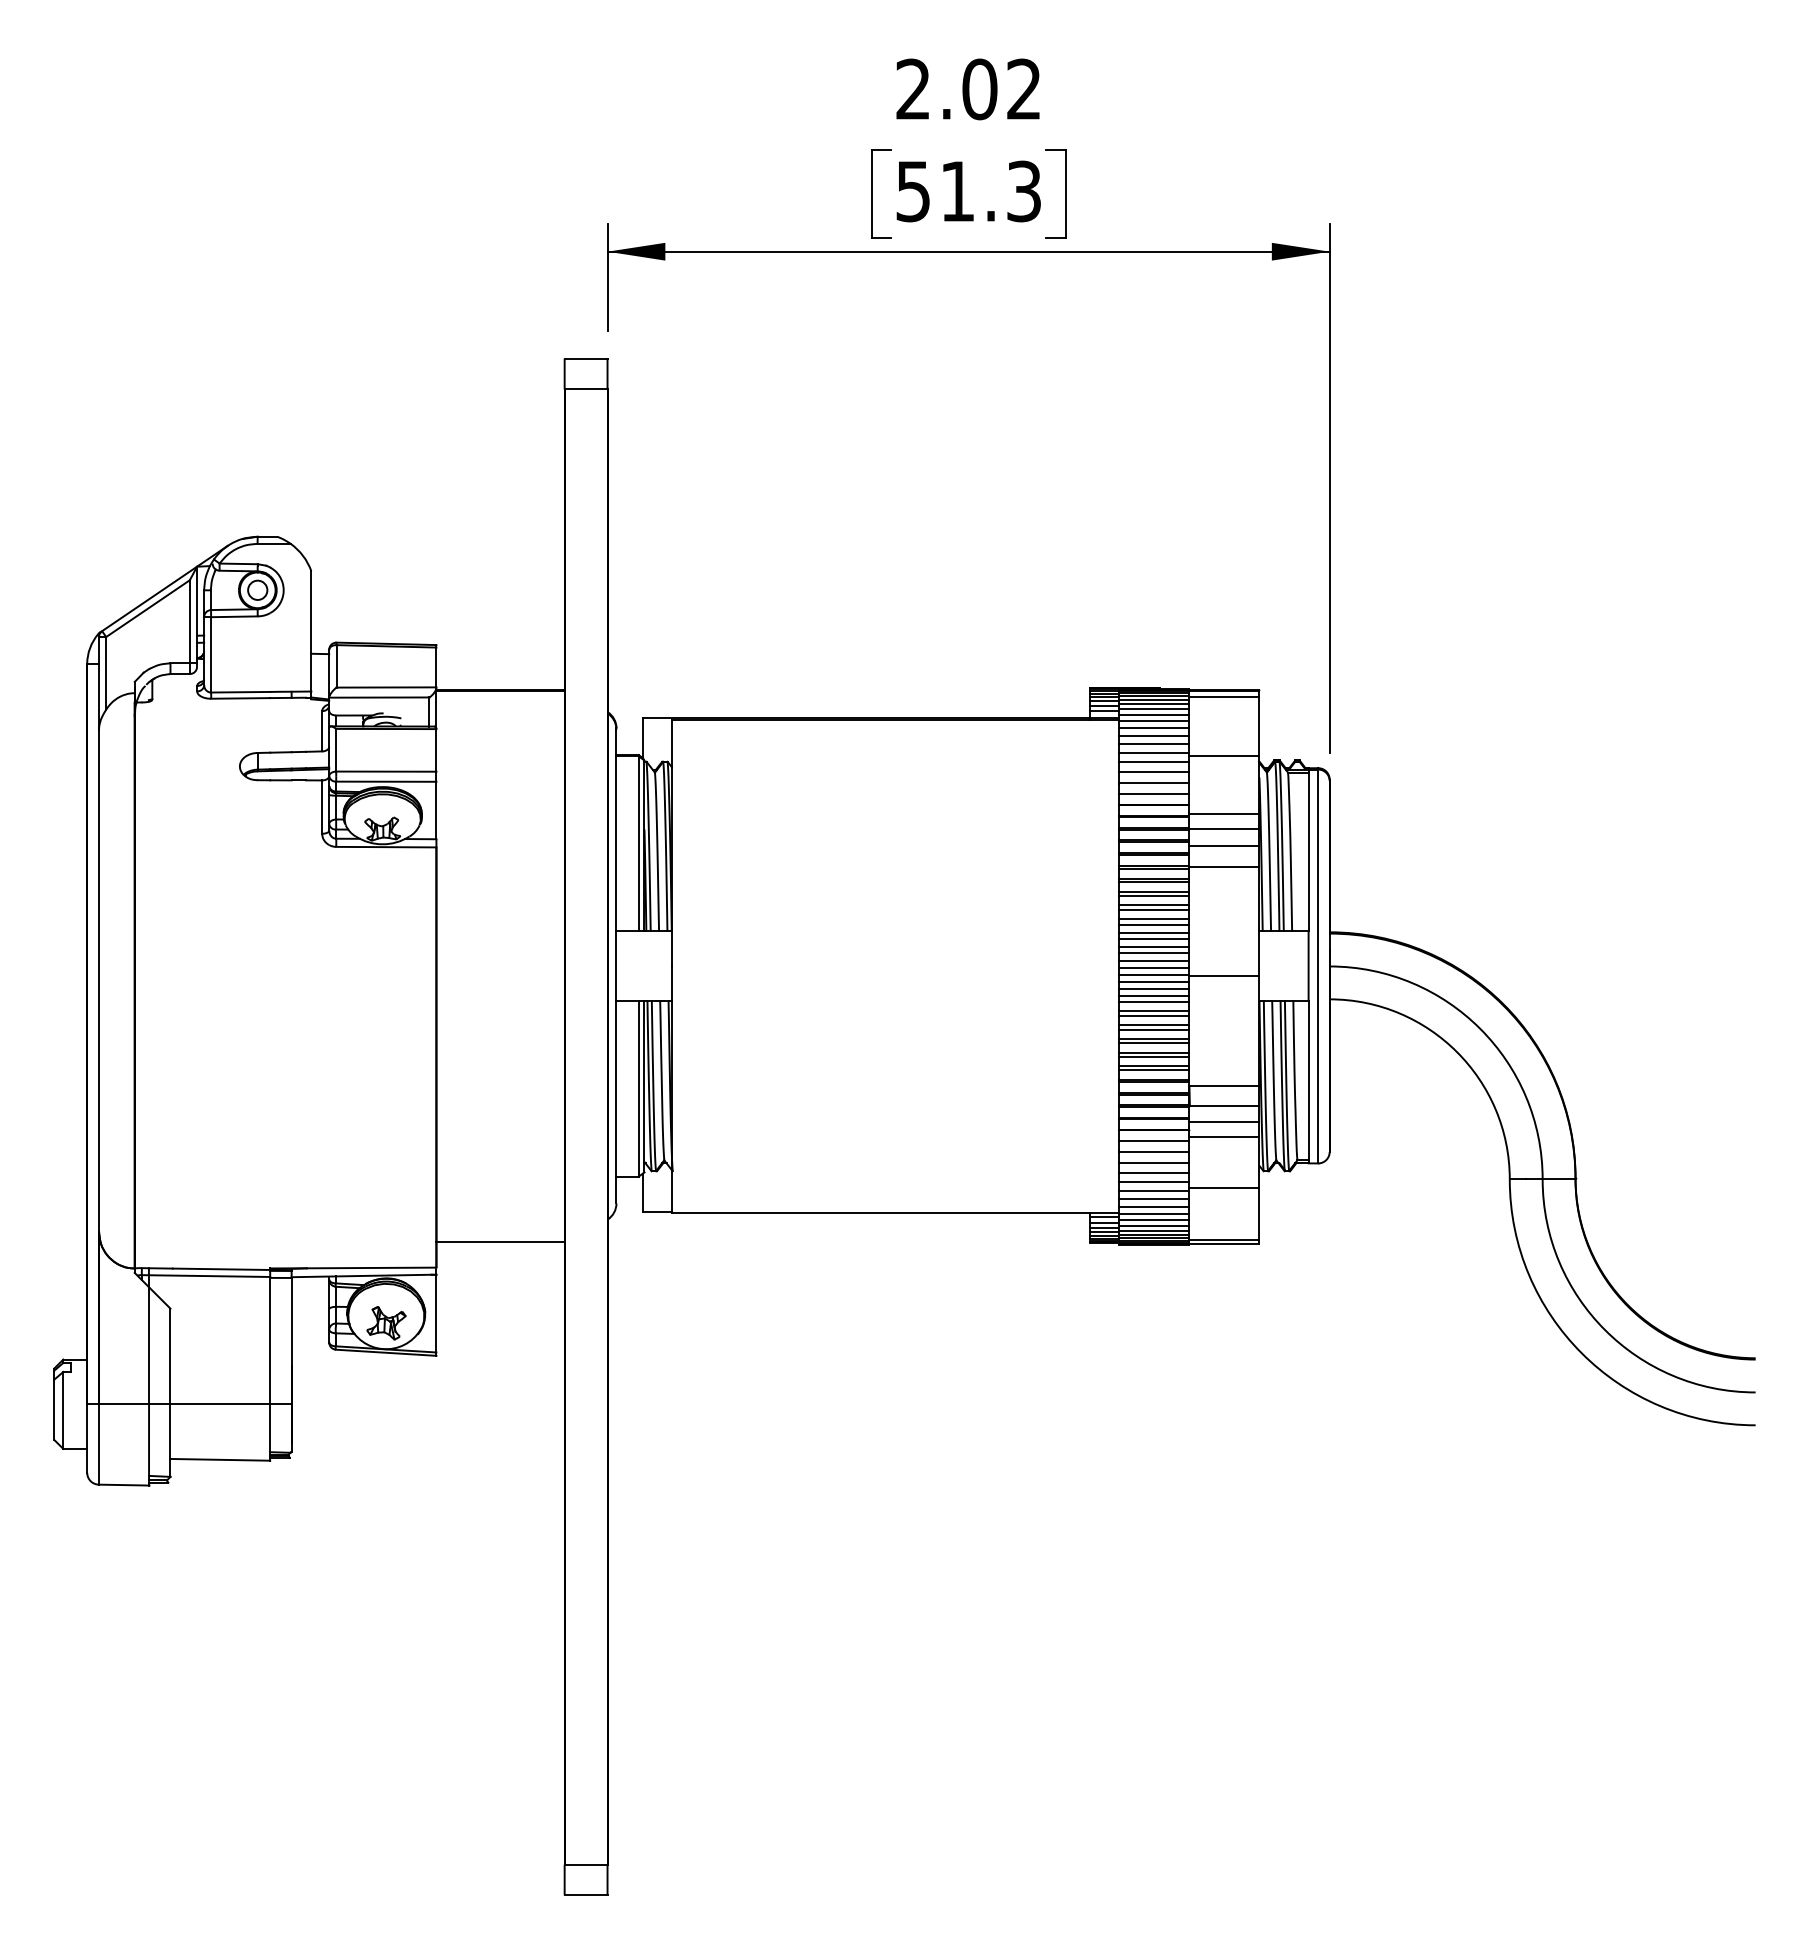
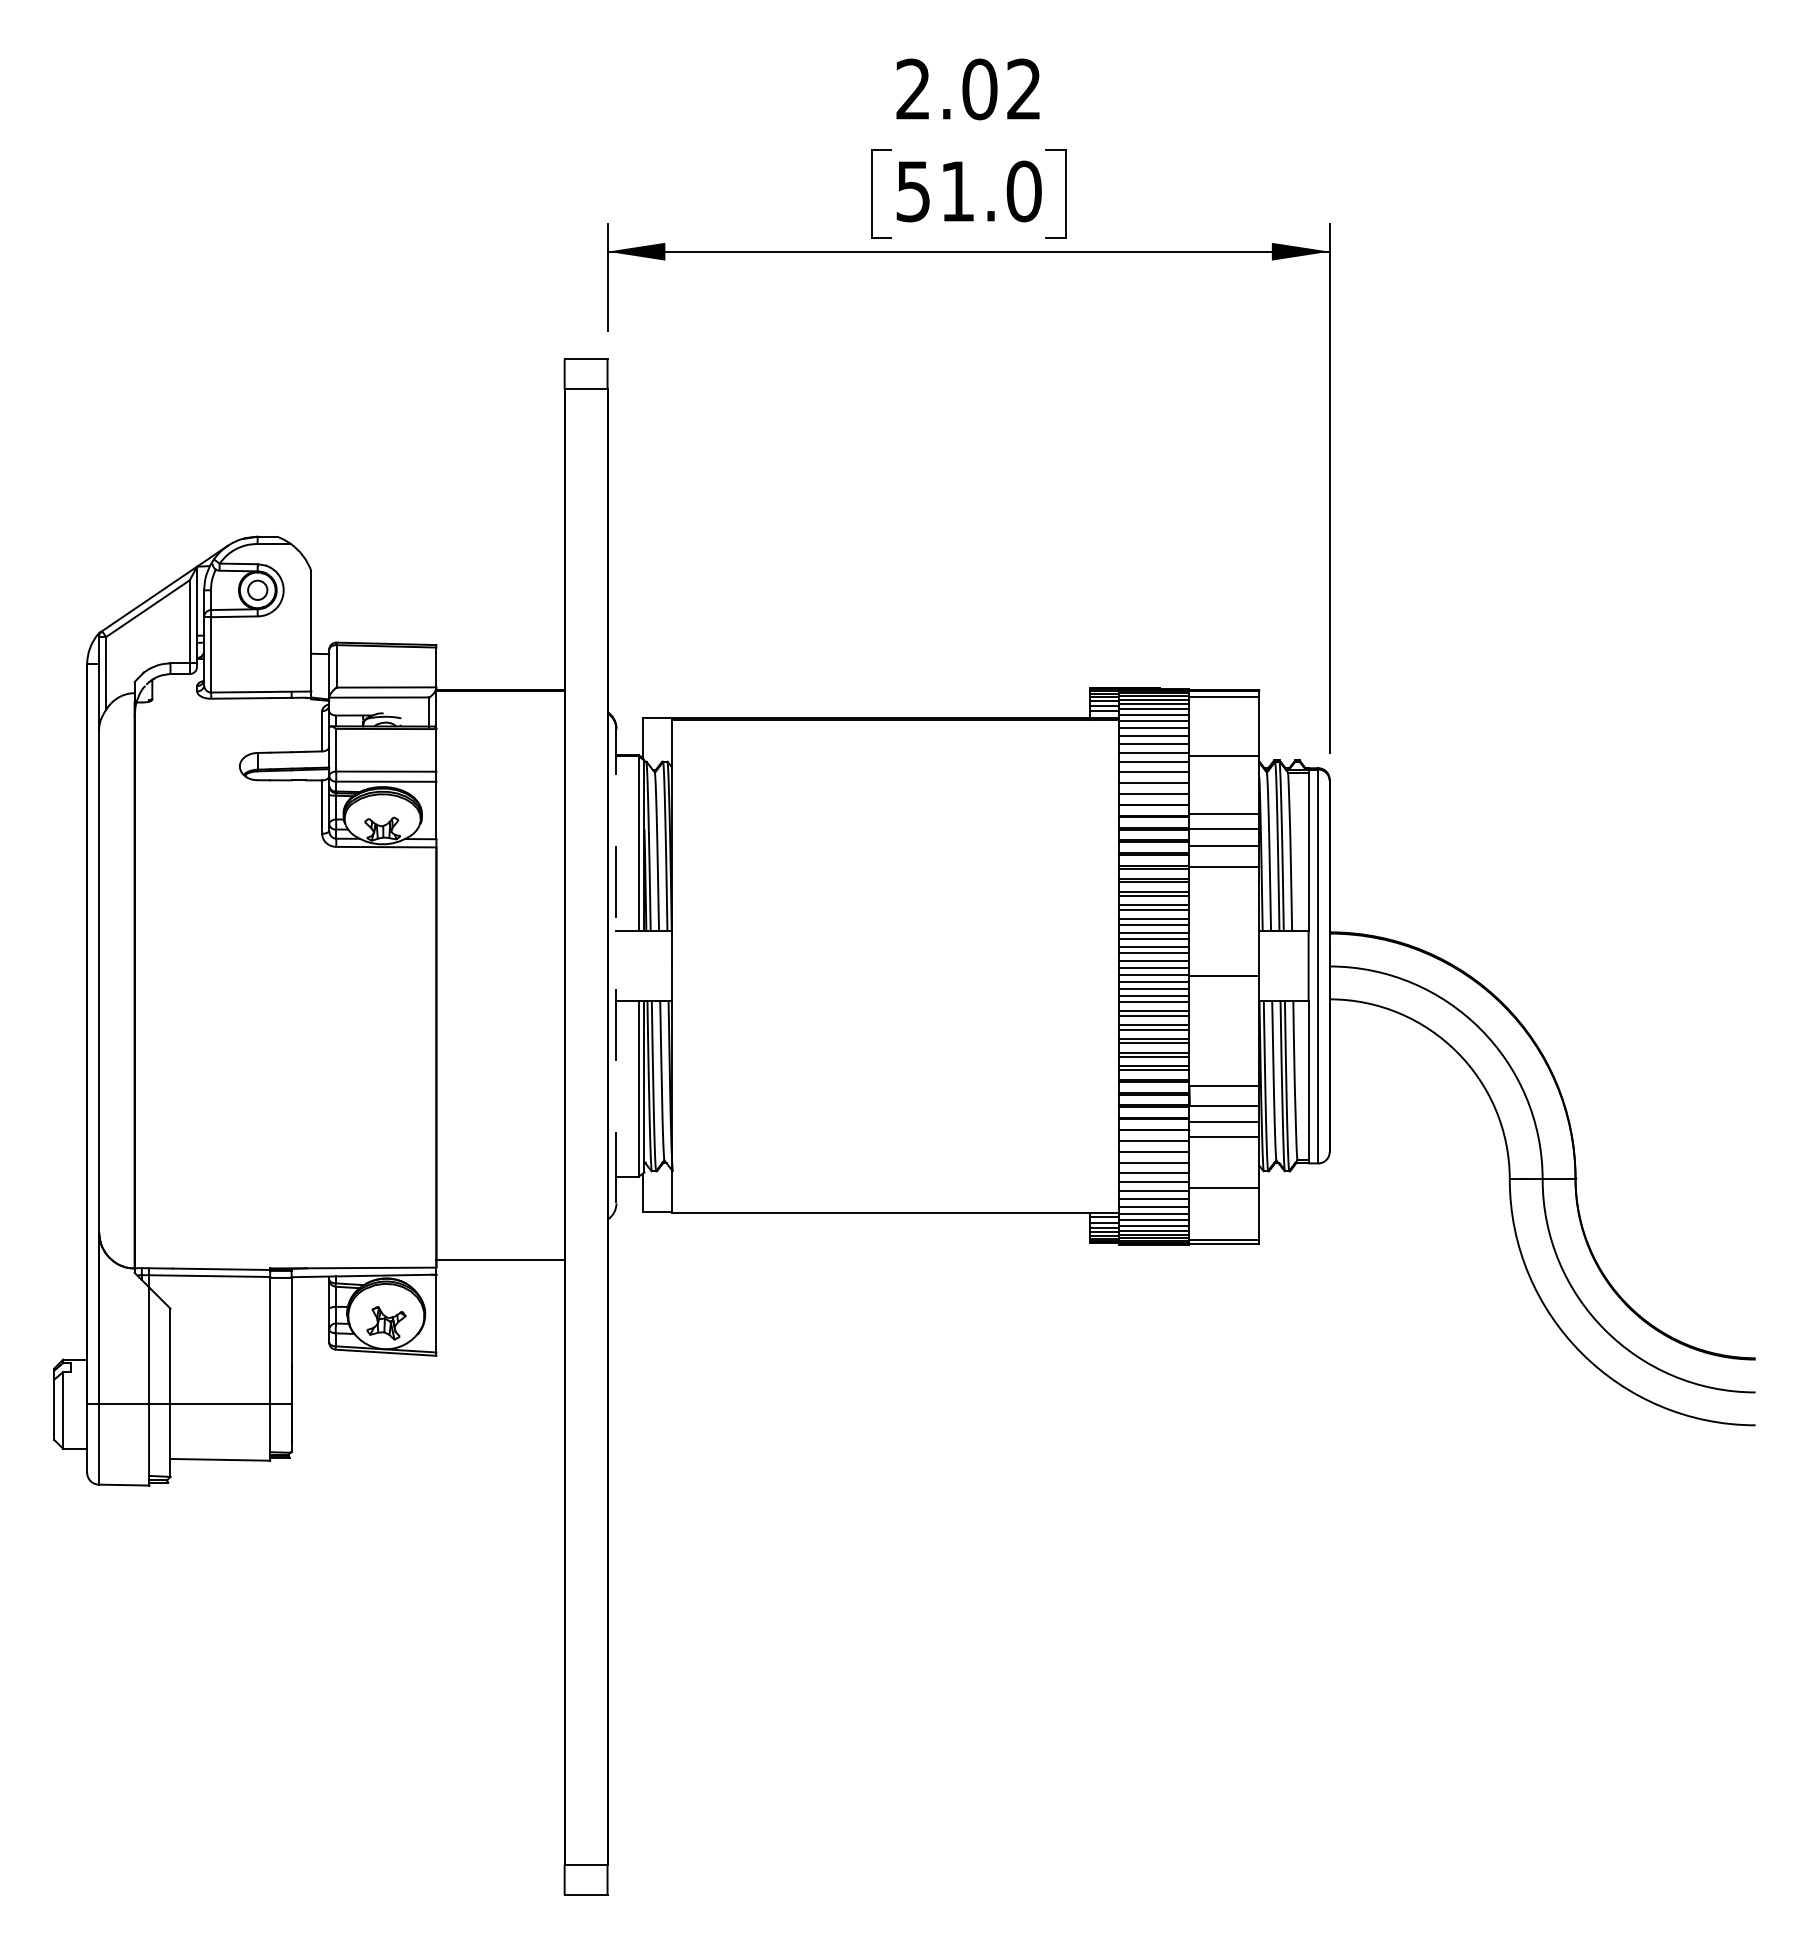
text at (1023, 191): 51.3 -> 51.0
line at (616, 966): solid -> dashed
line at (500, 1242) position: (500, 1242) -> (500, 1260)
